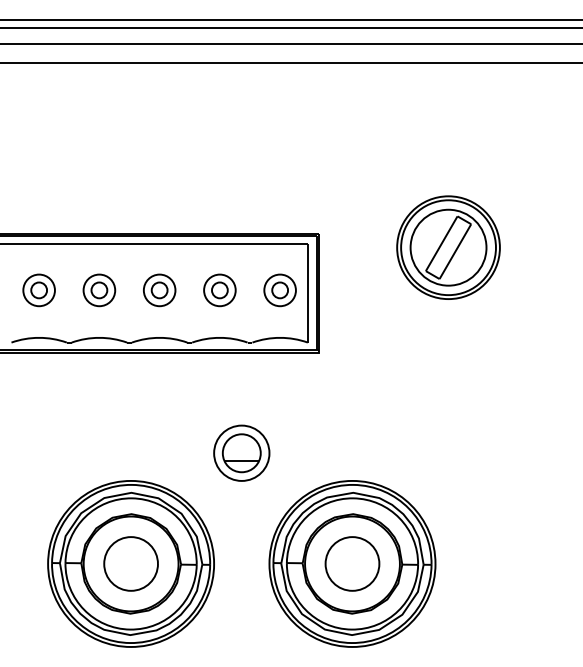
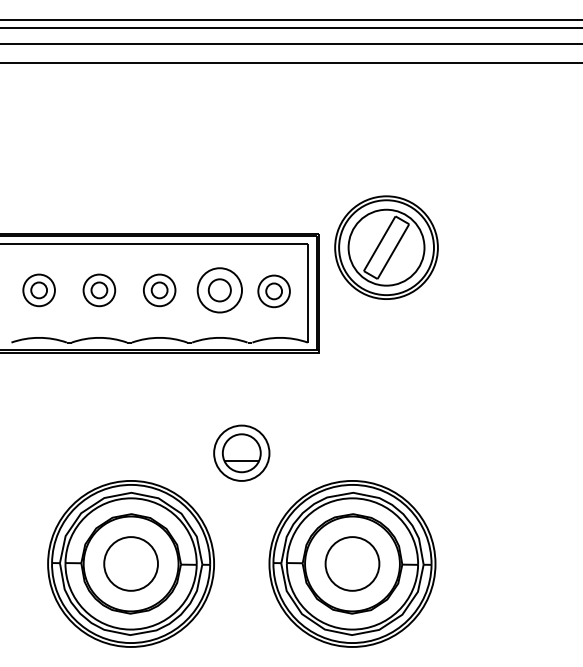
part at (448, 247) position: (448, 247) -> (386, 247)
part at (219, 290) size: 34x35 px -> 47x47 px
part at (279, 290) position: (279, 290) -> (273, 291)
